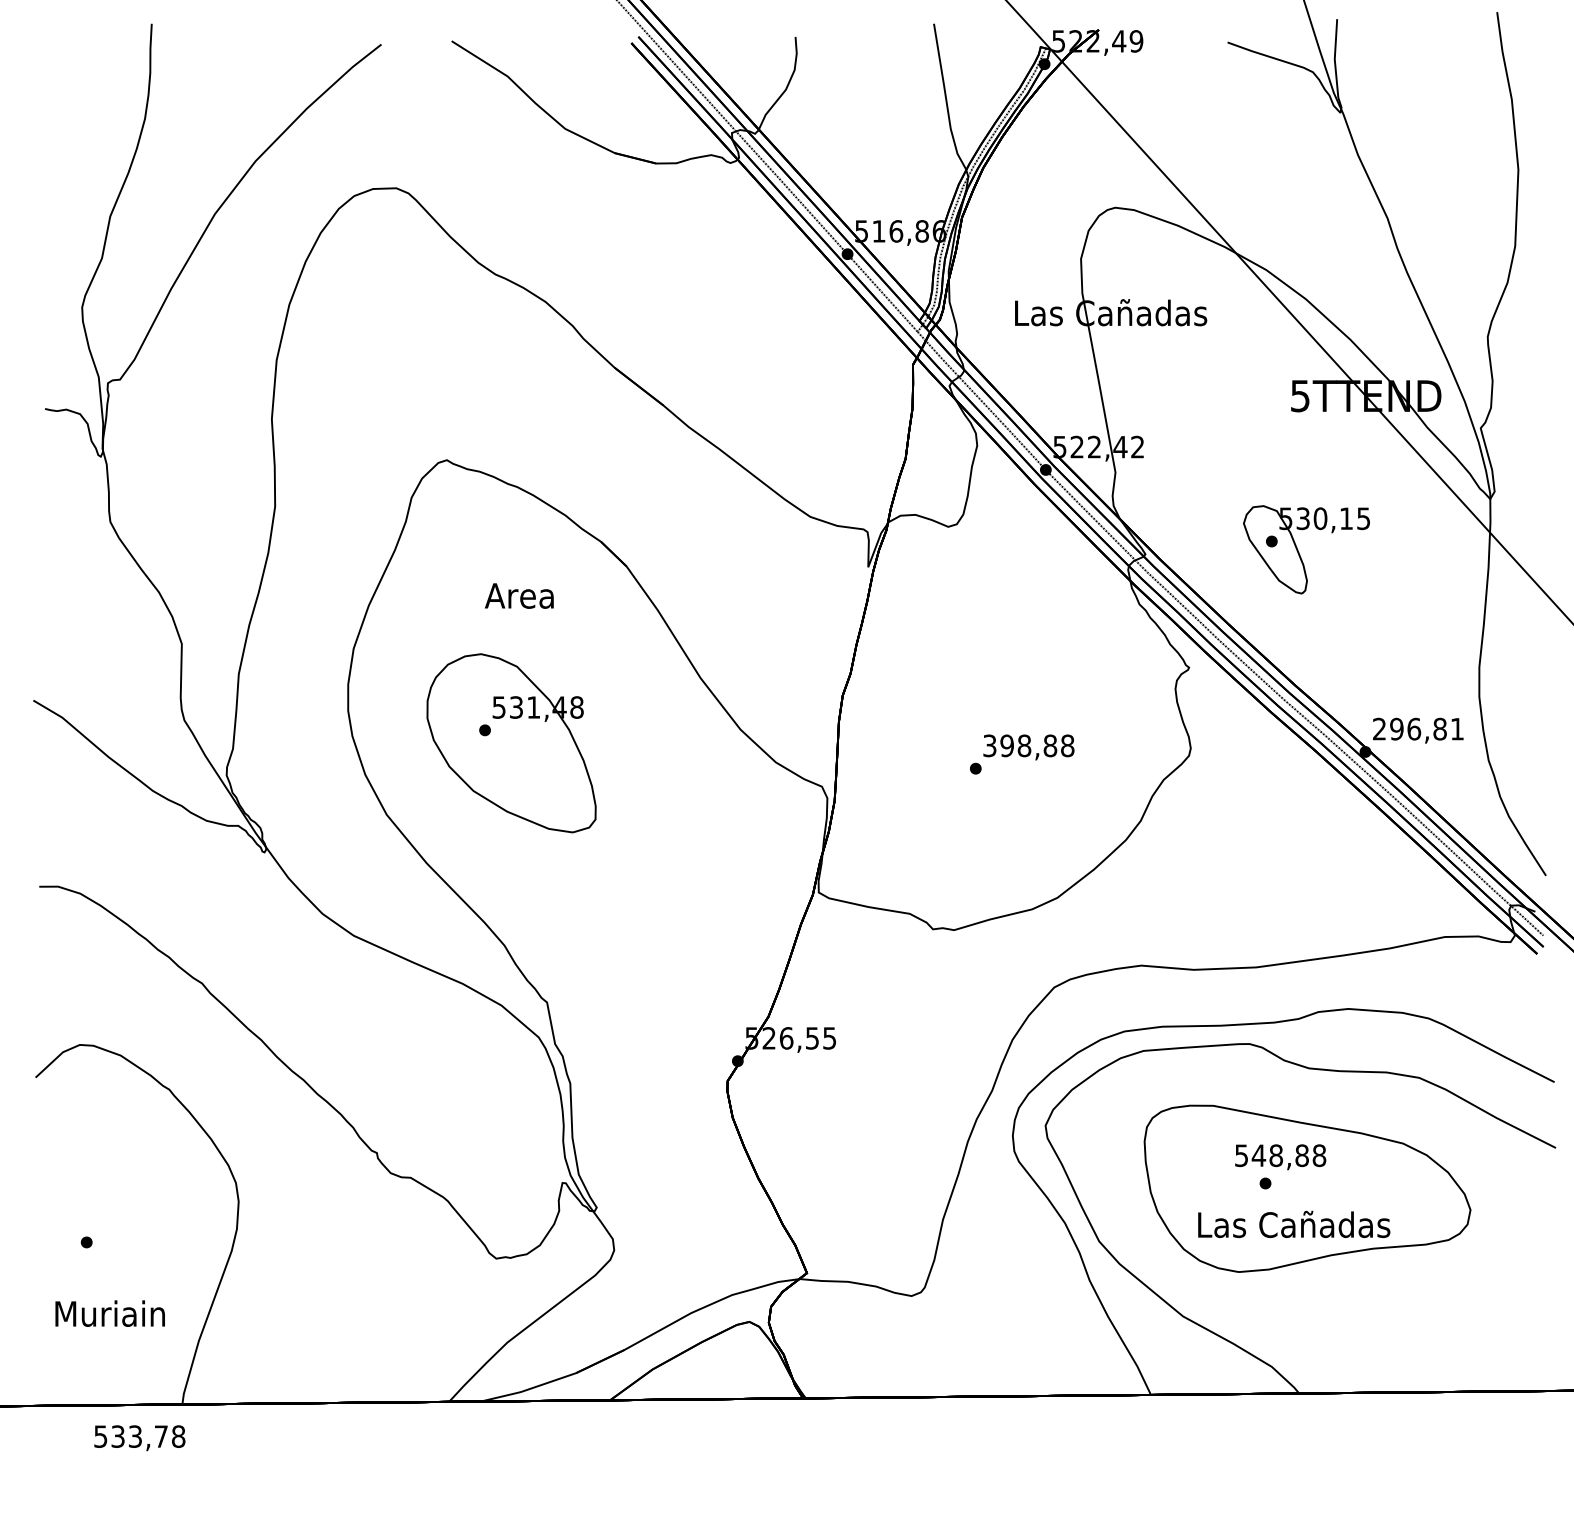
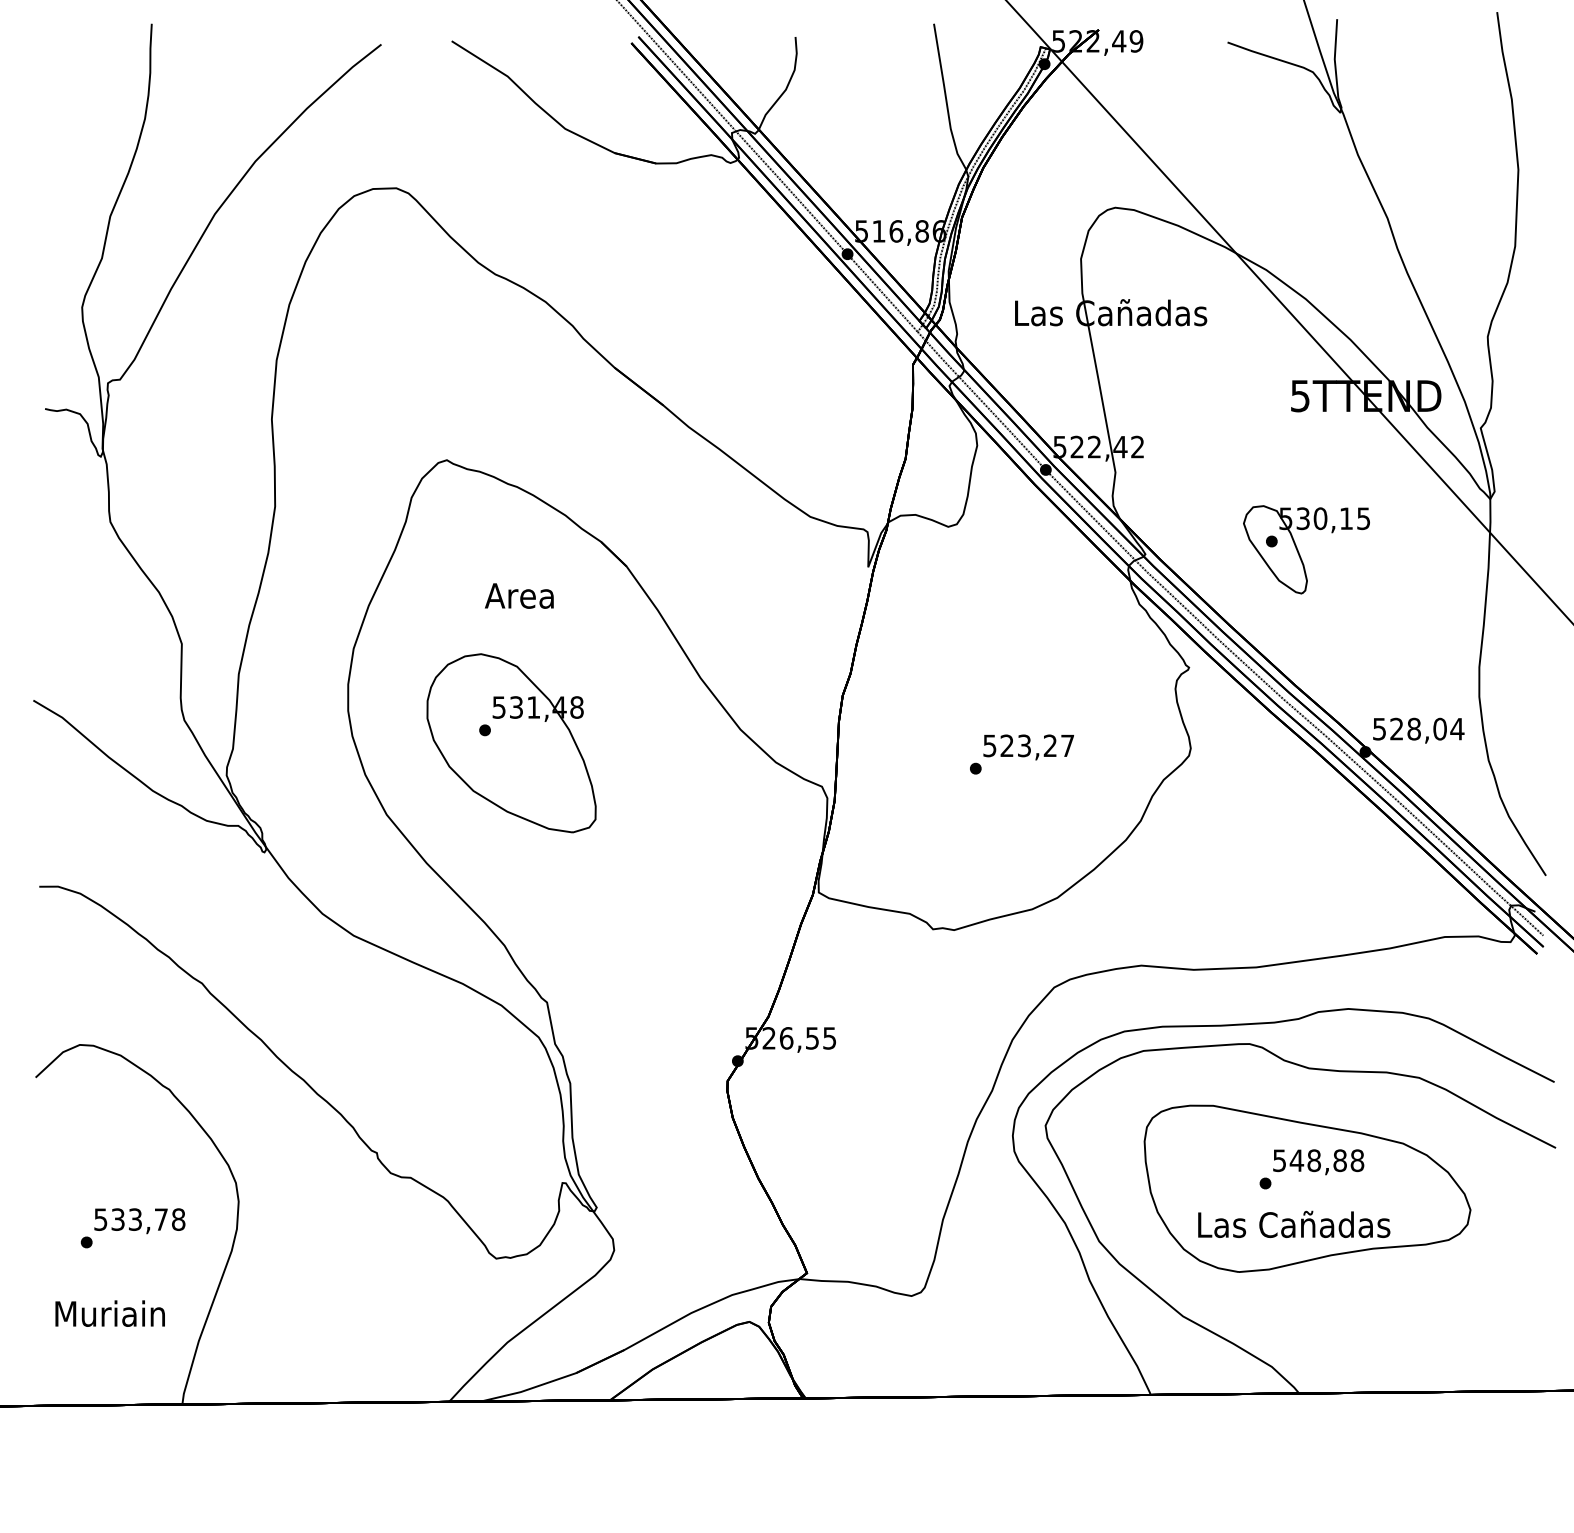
text at (1418, 728): 296,81 -> 528,04
text at (1029, 745): 398,88 -> 523,27
text at (1280, 1157) position: (1280, 1157) -> (1318, 1162)
text at (139, 1438) position: (139, 1438) -> (139, 1221)
